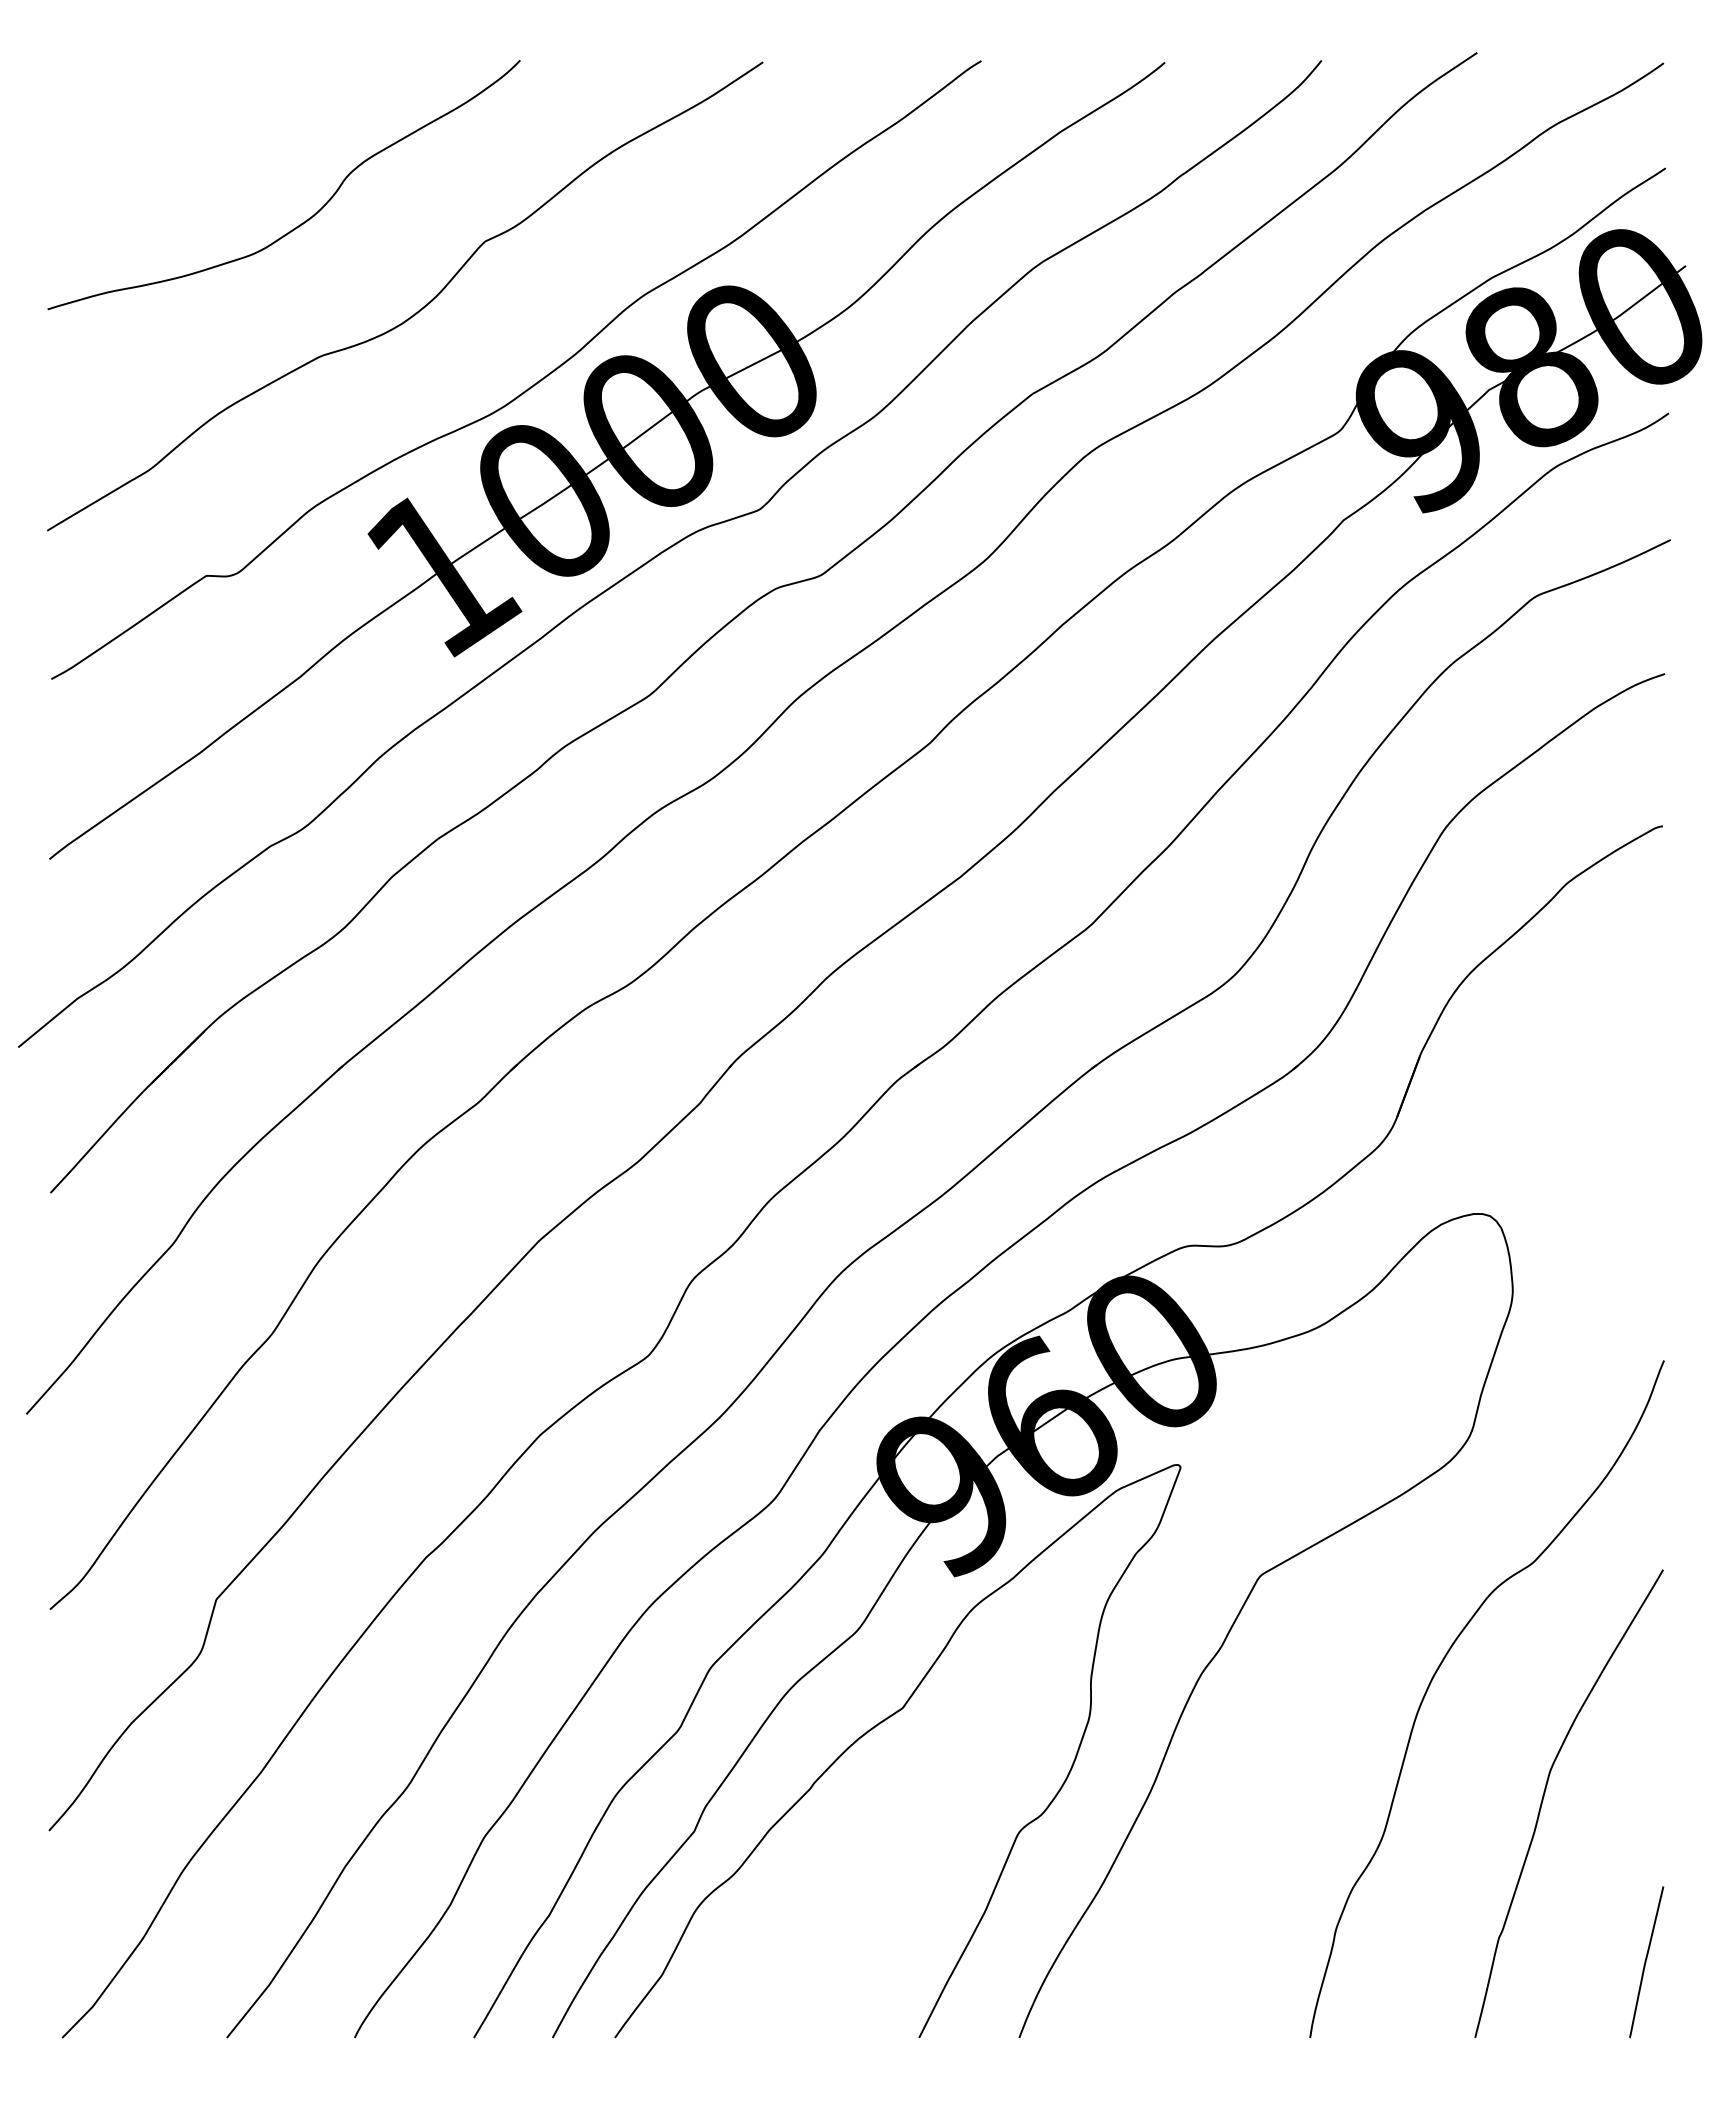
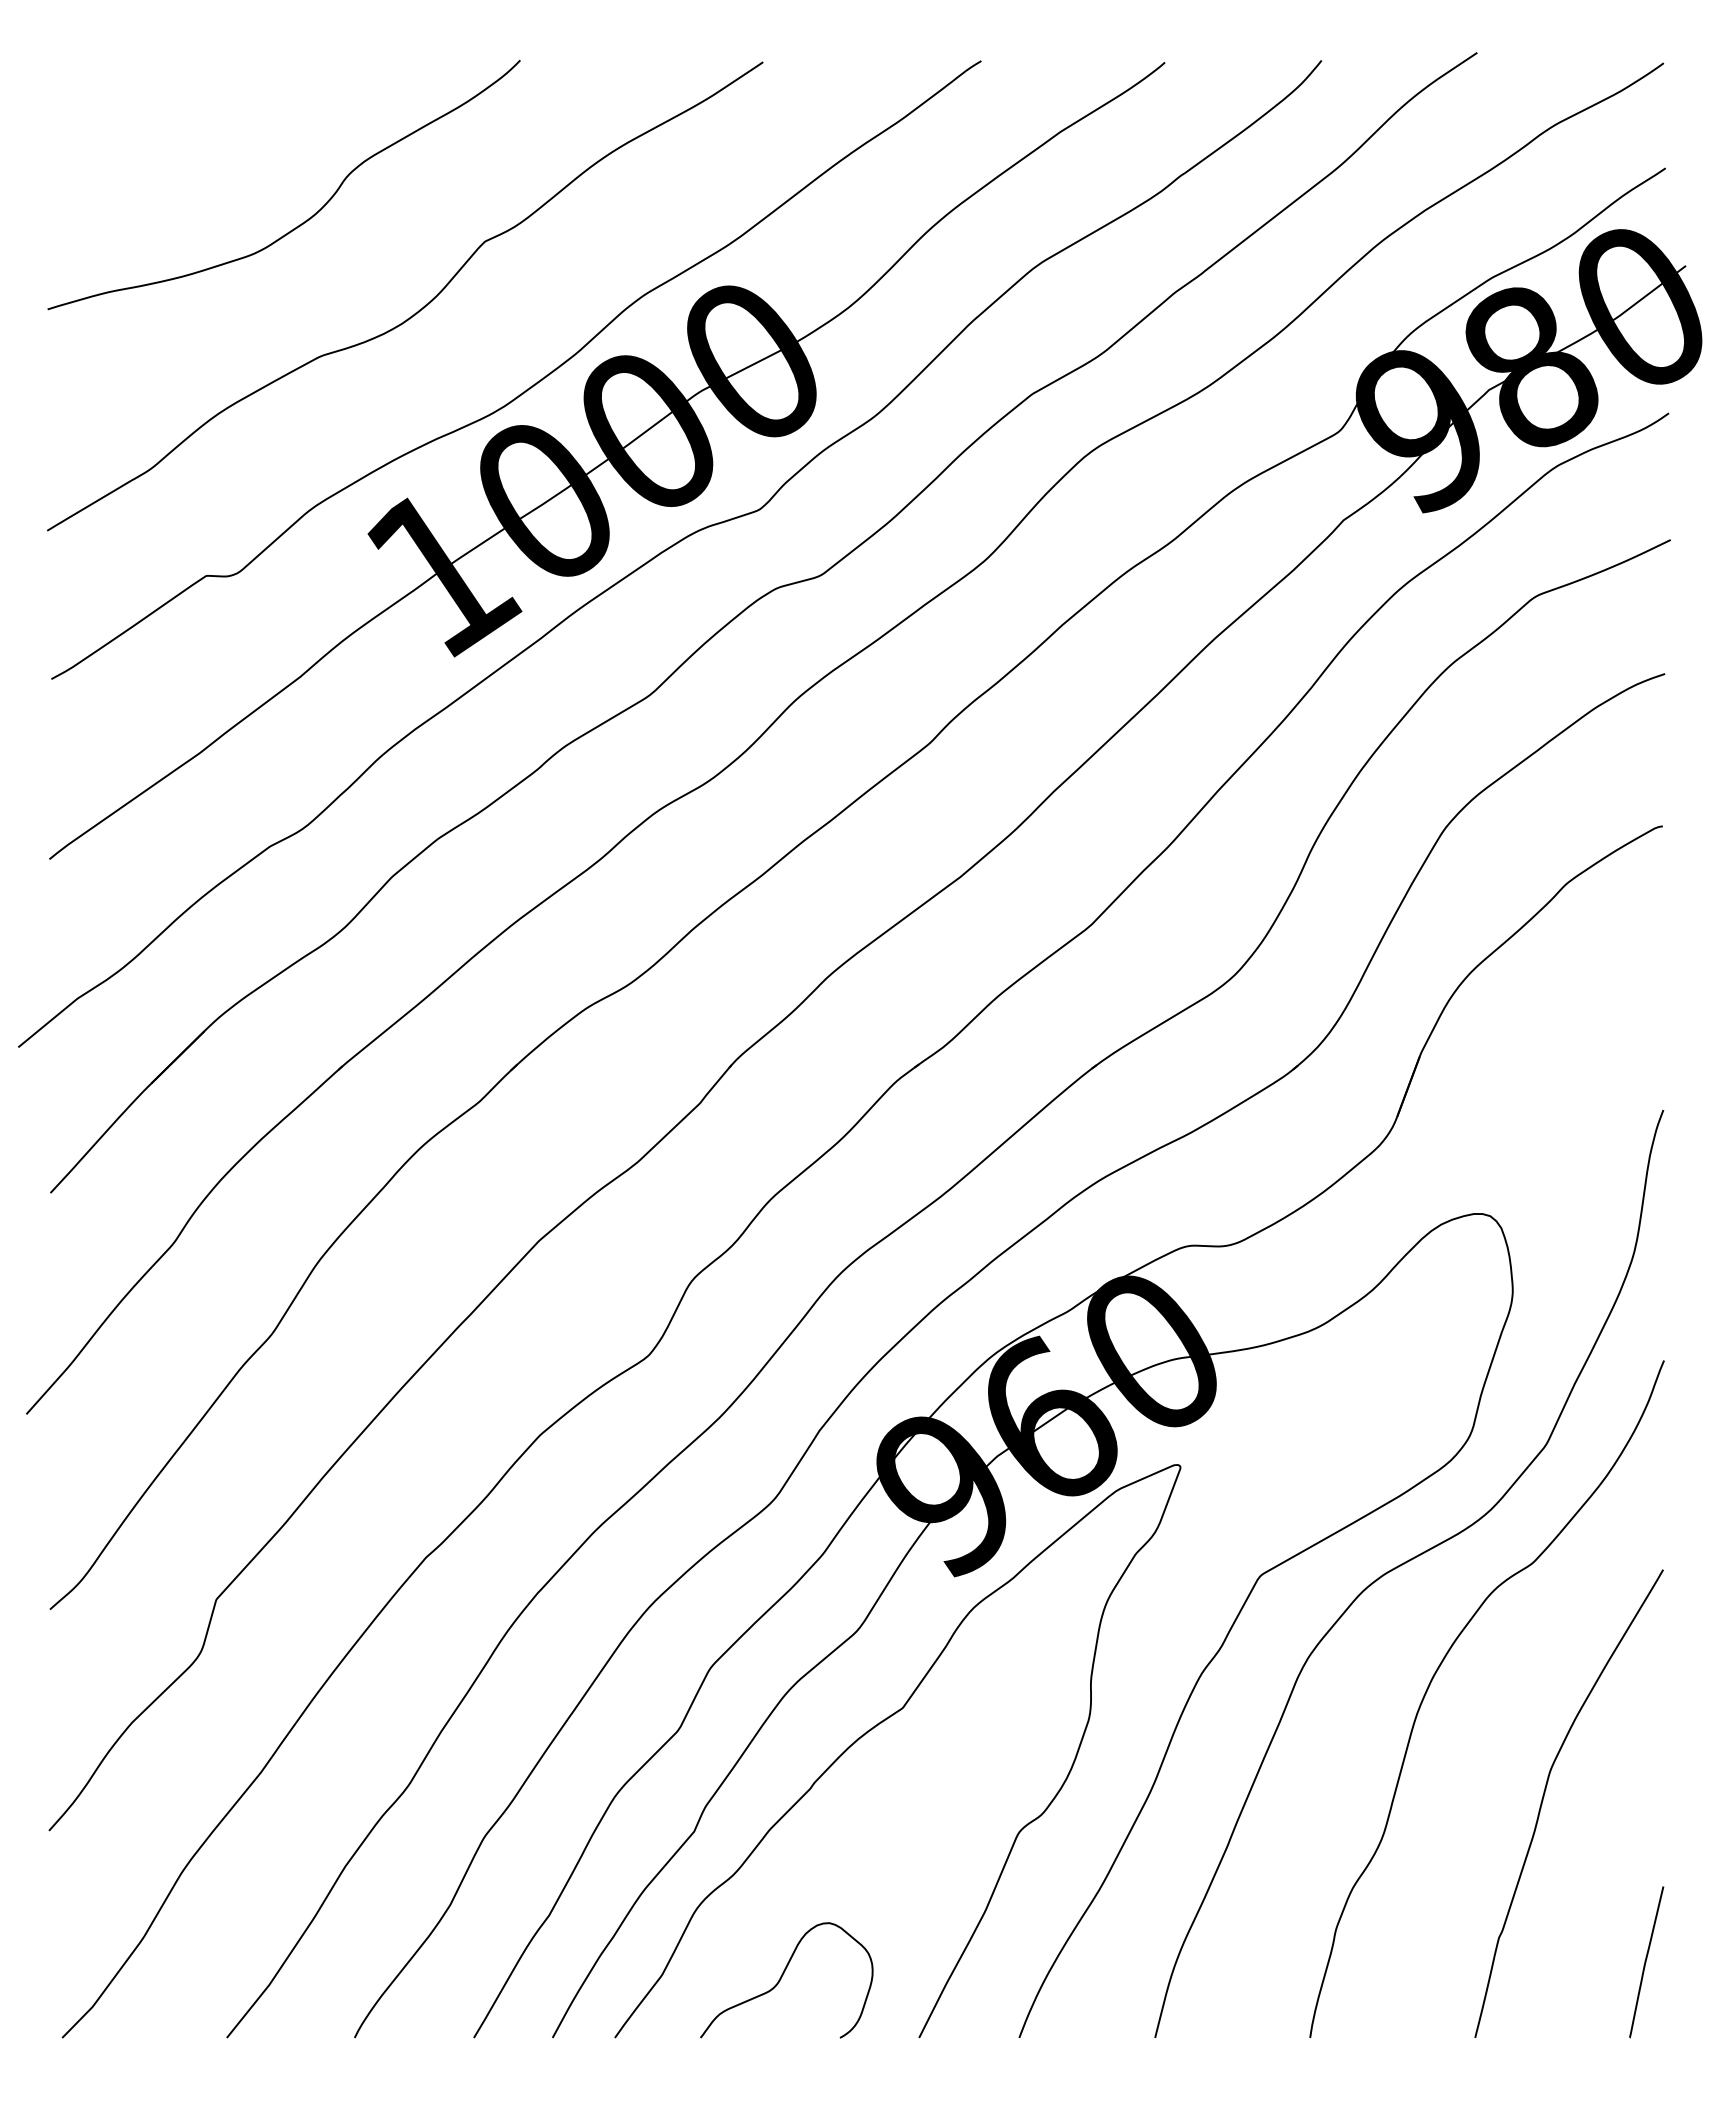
curve at (1404, 1564): none -> present
curve at (782, 1977): none -> present
